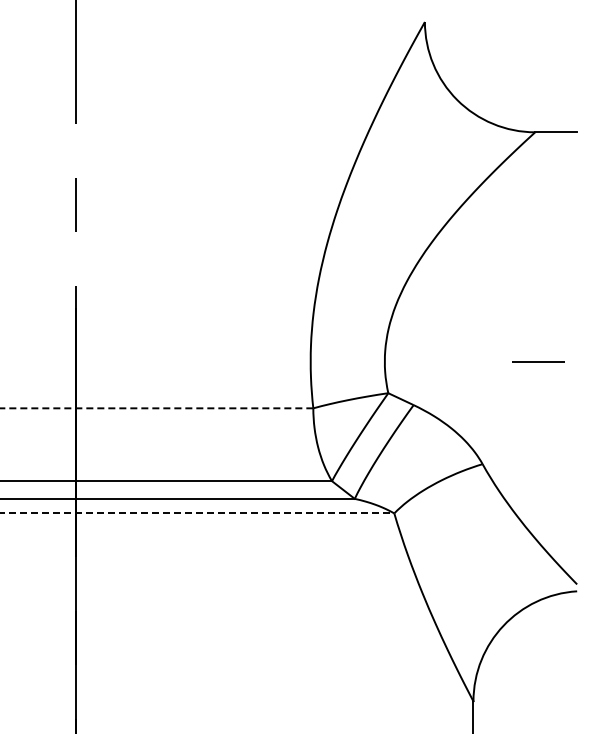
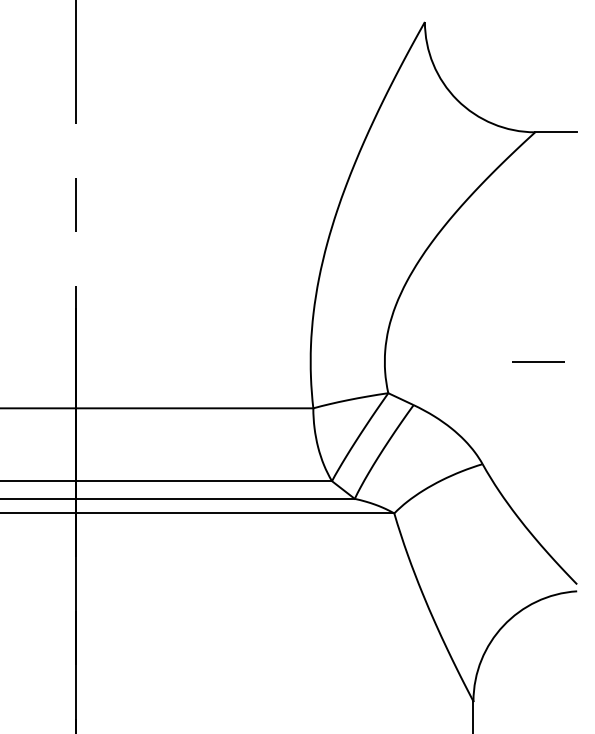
line at (156, 408): dashed -> solid
line at (197, 513): dashed -> solid
